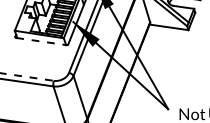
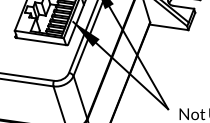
line at (41, 41): dashed -> solid
line at (27, 77): dashed -> solid
